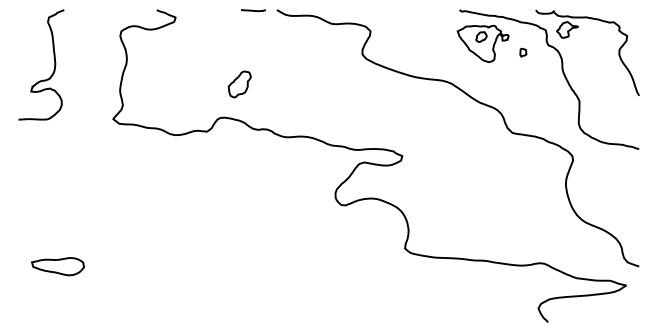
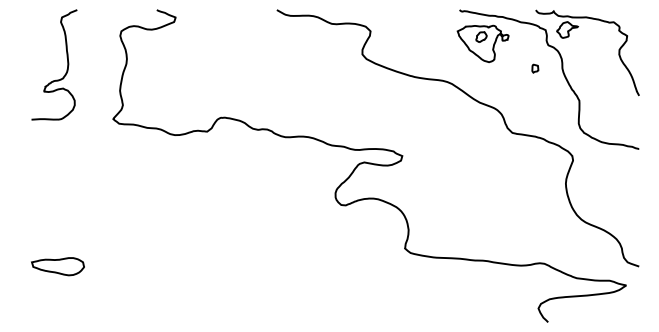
line at (253, 10): present -> none
part at (523, 52) position: (523, 52) -> (535, 68)
curve at (54, 64) position: (54, 64) -> (67, 64)
part at (239, 84): present -> none
